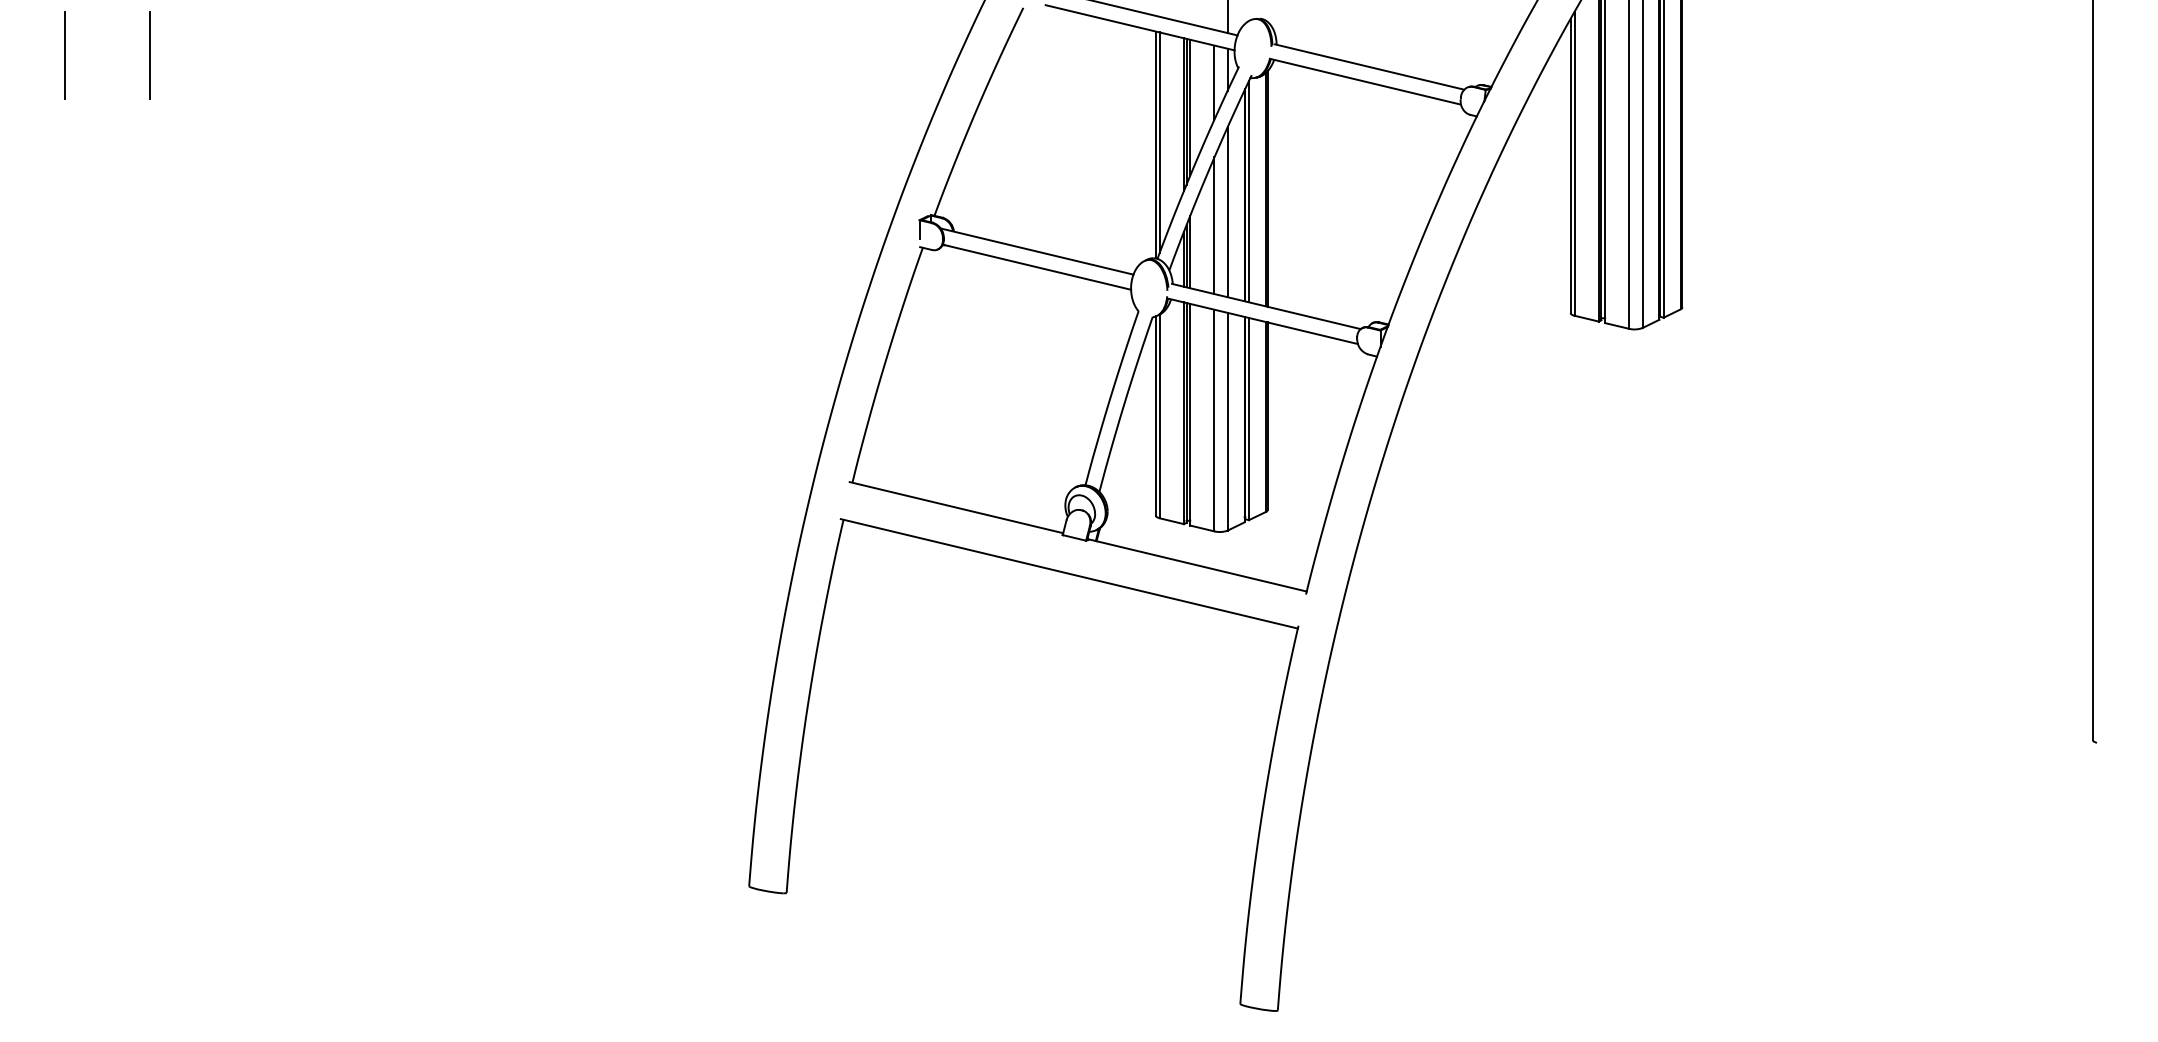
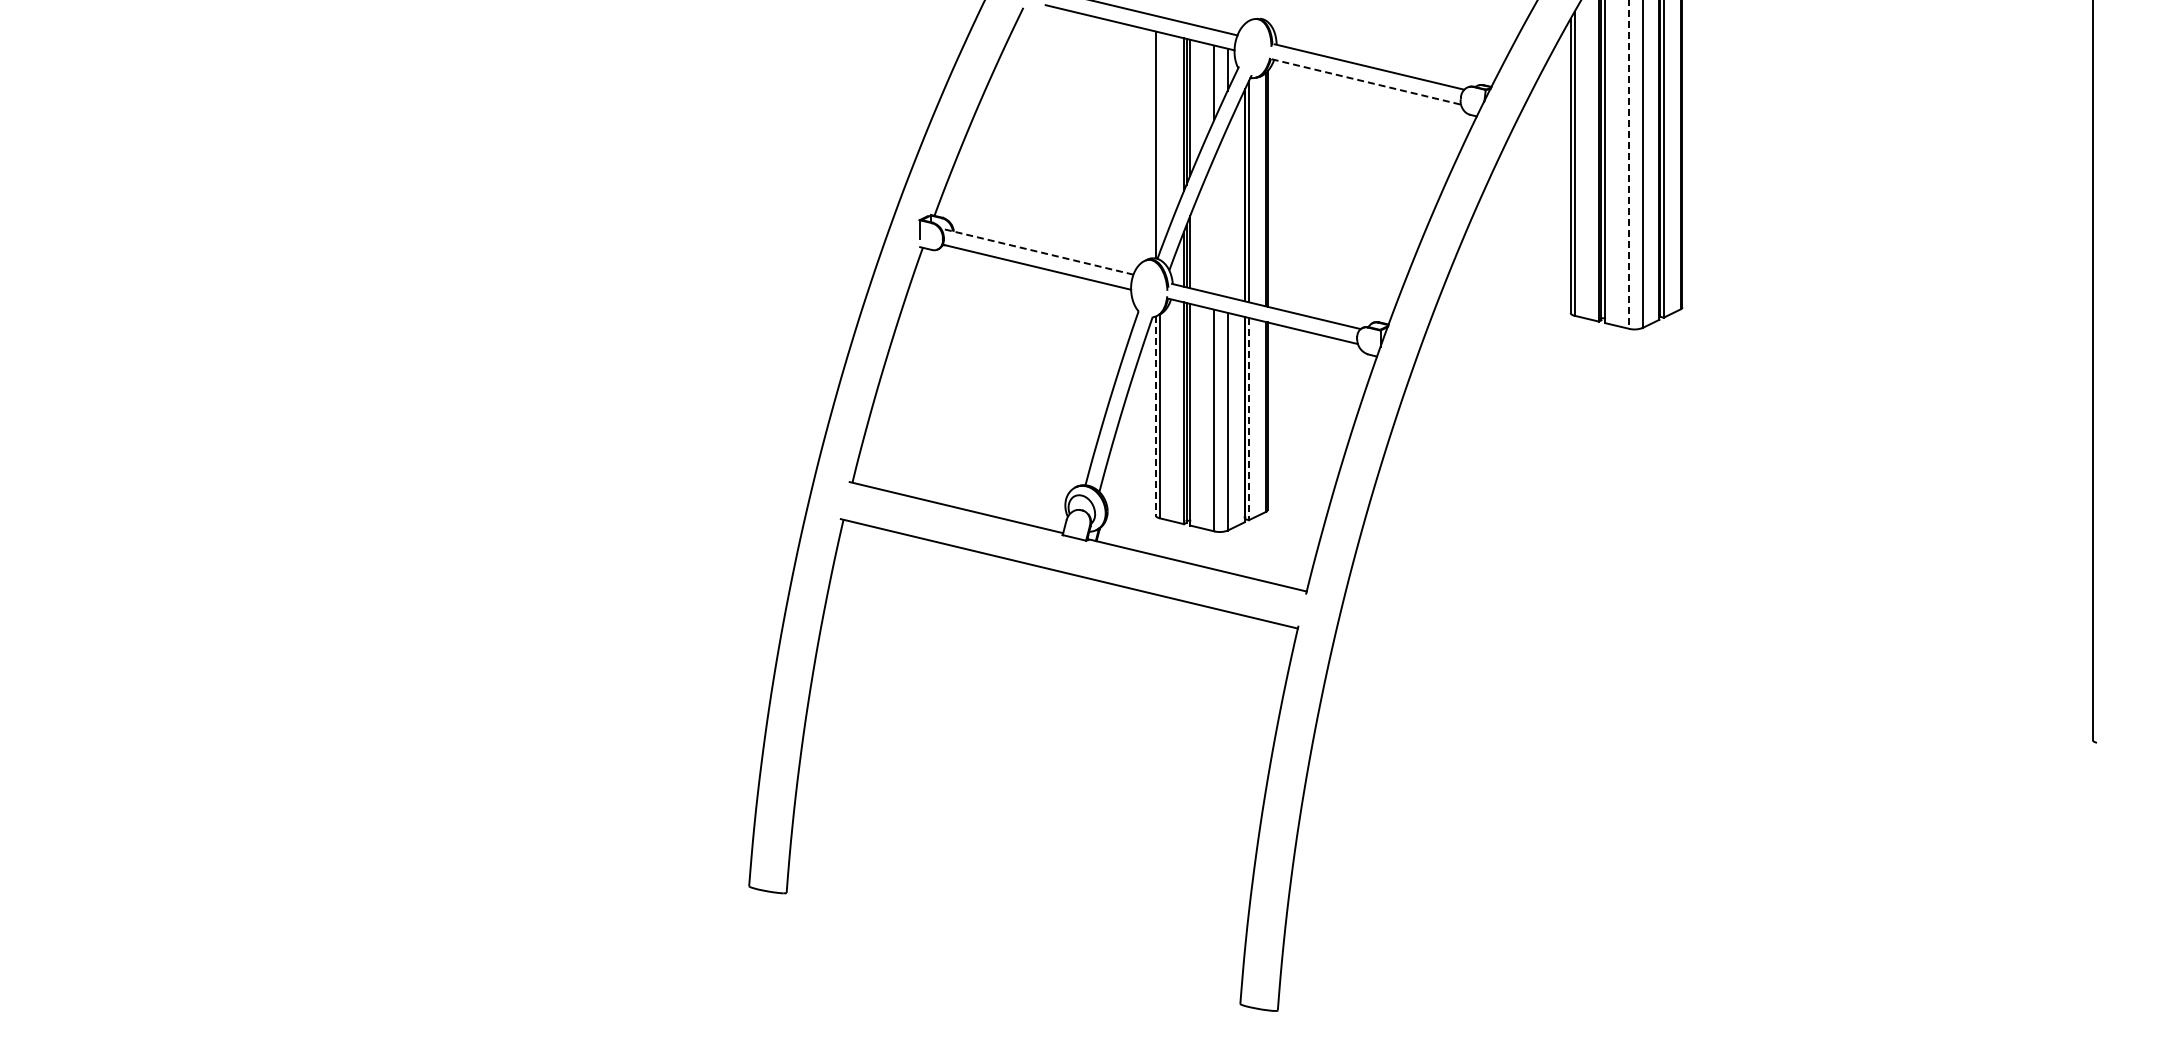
line at (1227, 17): present -> none
line at (64, 55): present -> none
line at (149, 55): present -> none
line at (1366, 82): solid -> dashed
line at (1159, 142): present -> none
line at (1629, 164): solid -> dashed
line at (1227, 212): present -> none
line at (1214, 225): present -> none
line at (1036, 251): solid -> dashed
line at (1155, 416): solid -> dashed
line at (1249, 419): solid -> dashed
